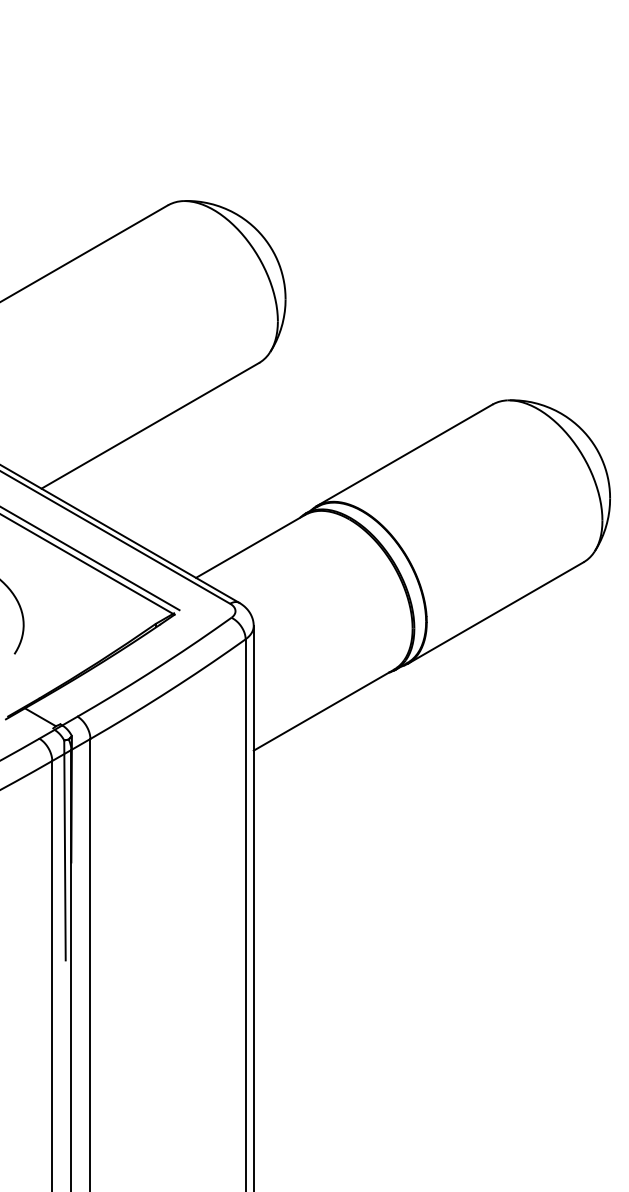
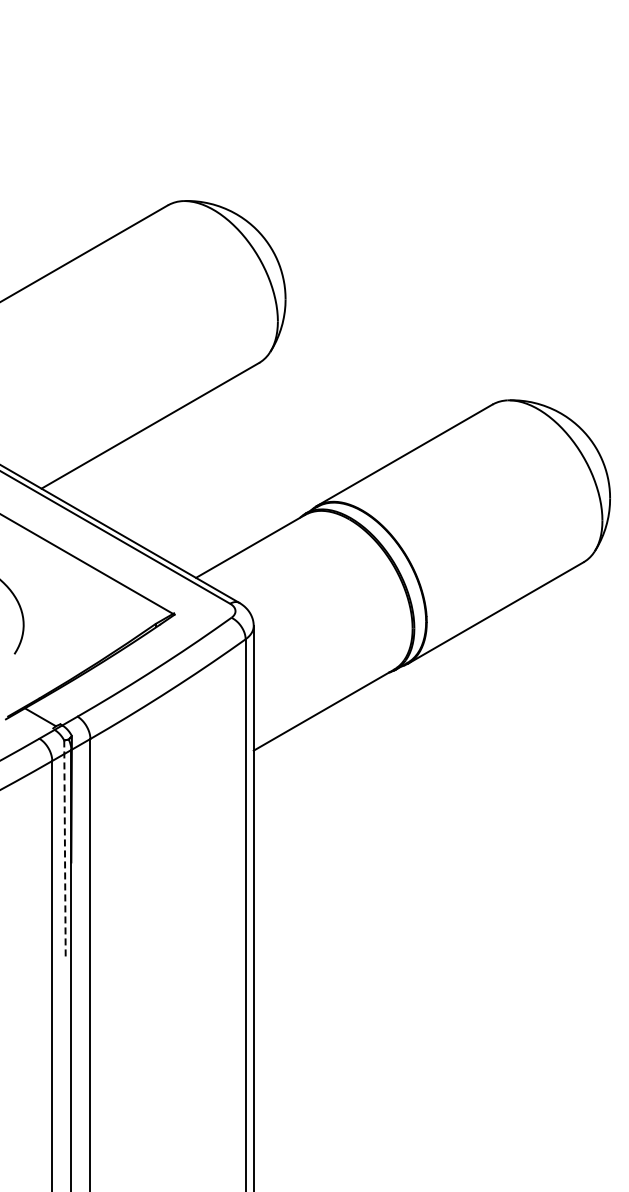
line at (90, 559): present -> none
line at (64, 850): solid -> dashed
